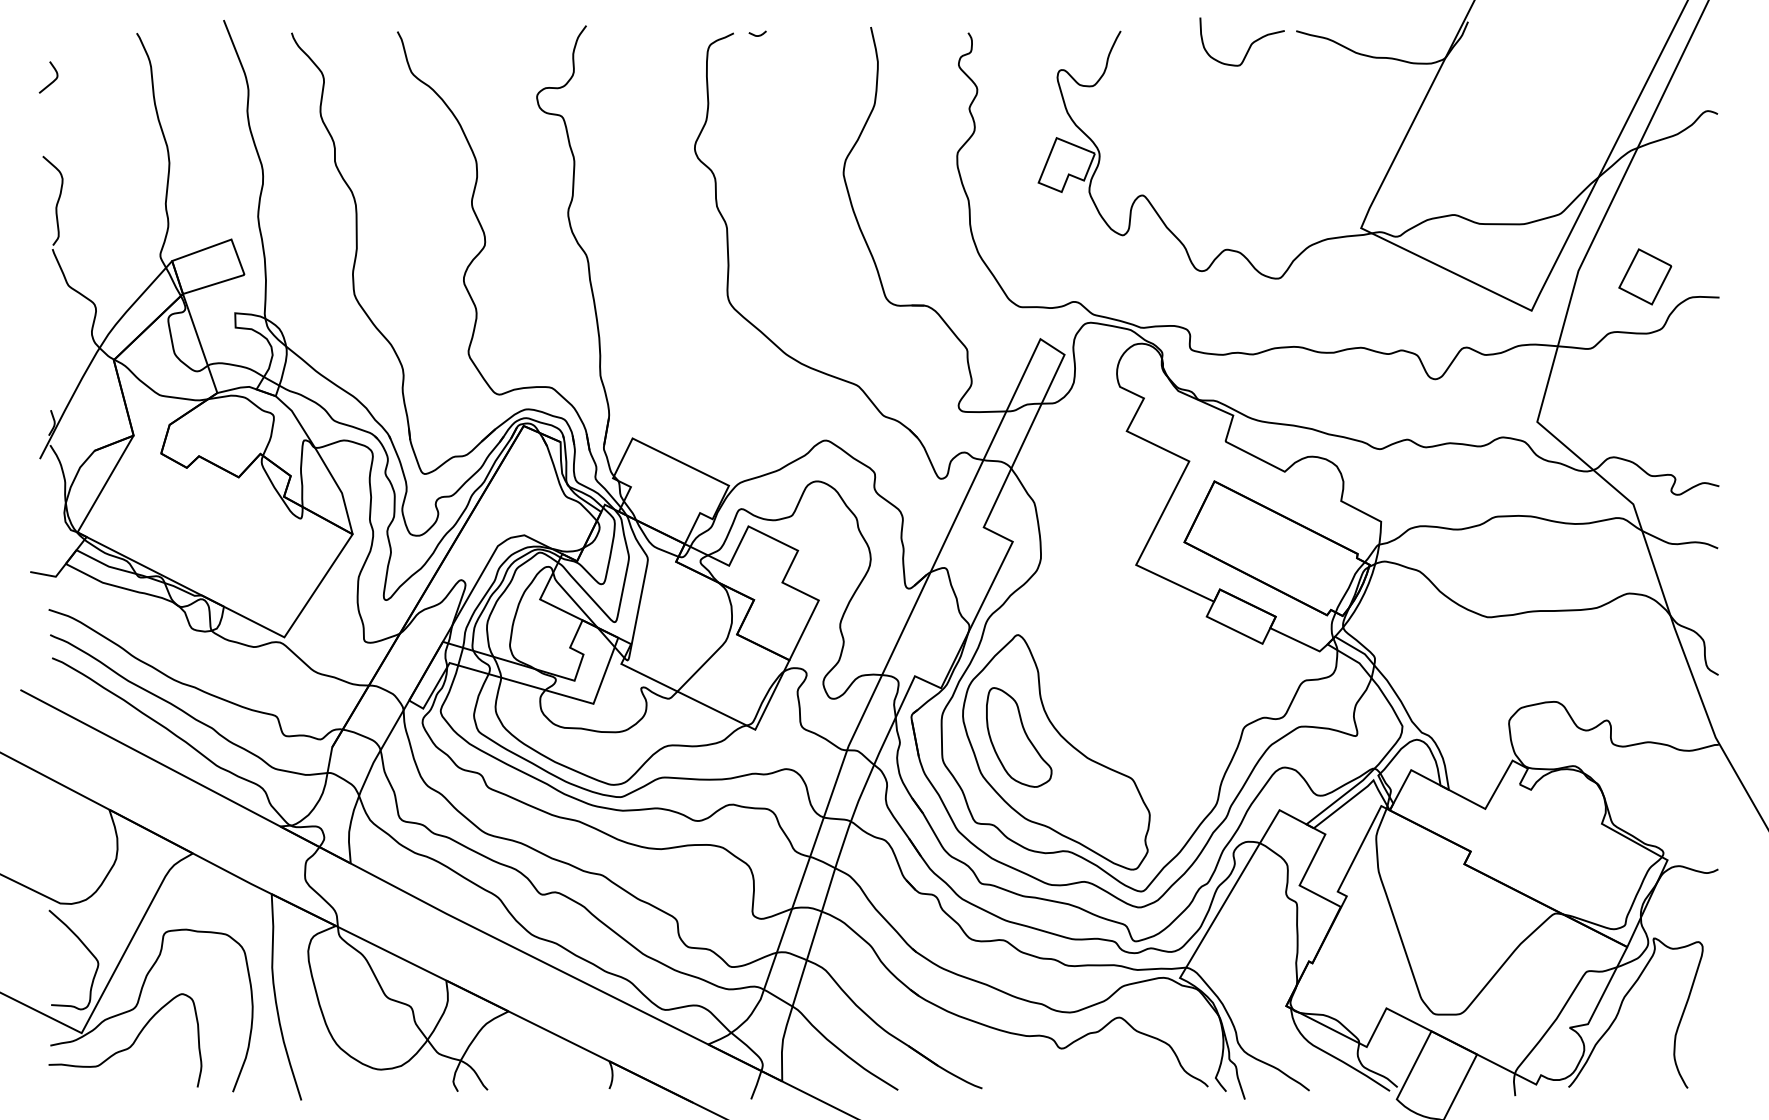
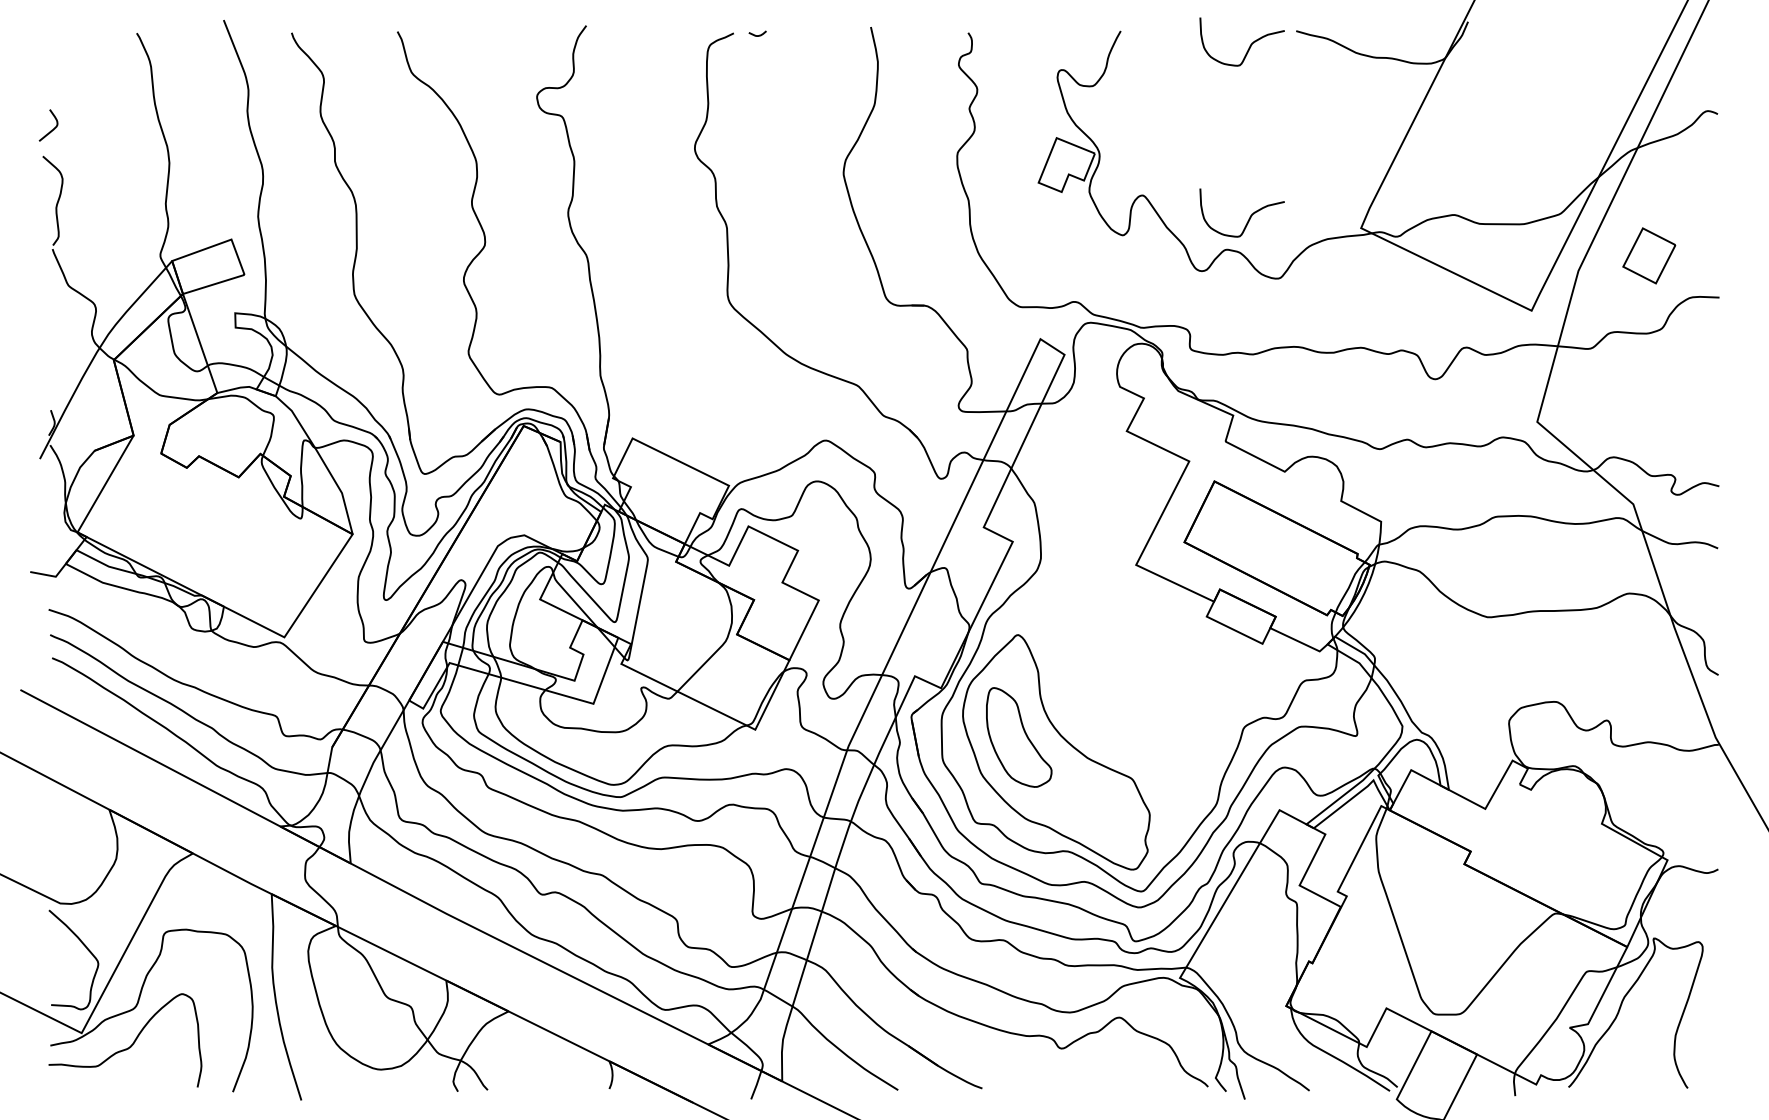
curve at (50, 82) position: (50, 82) -> (50, 130)
curve at (1249, 216): none -> present
part at (1645, 276) position: (1645, 276) -> (1649, 255)
